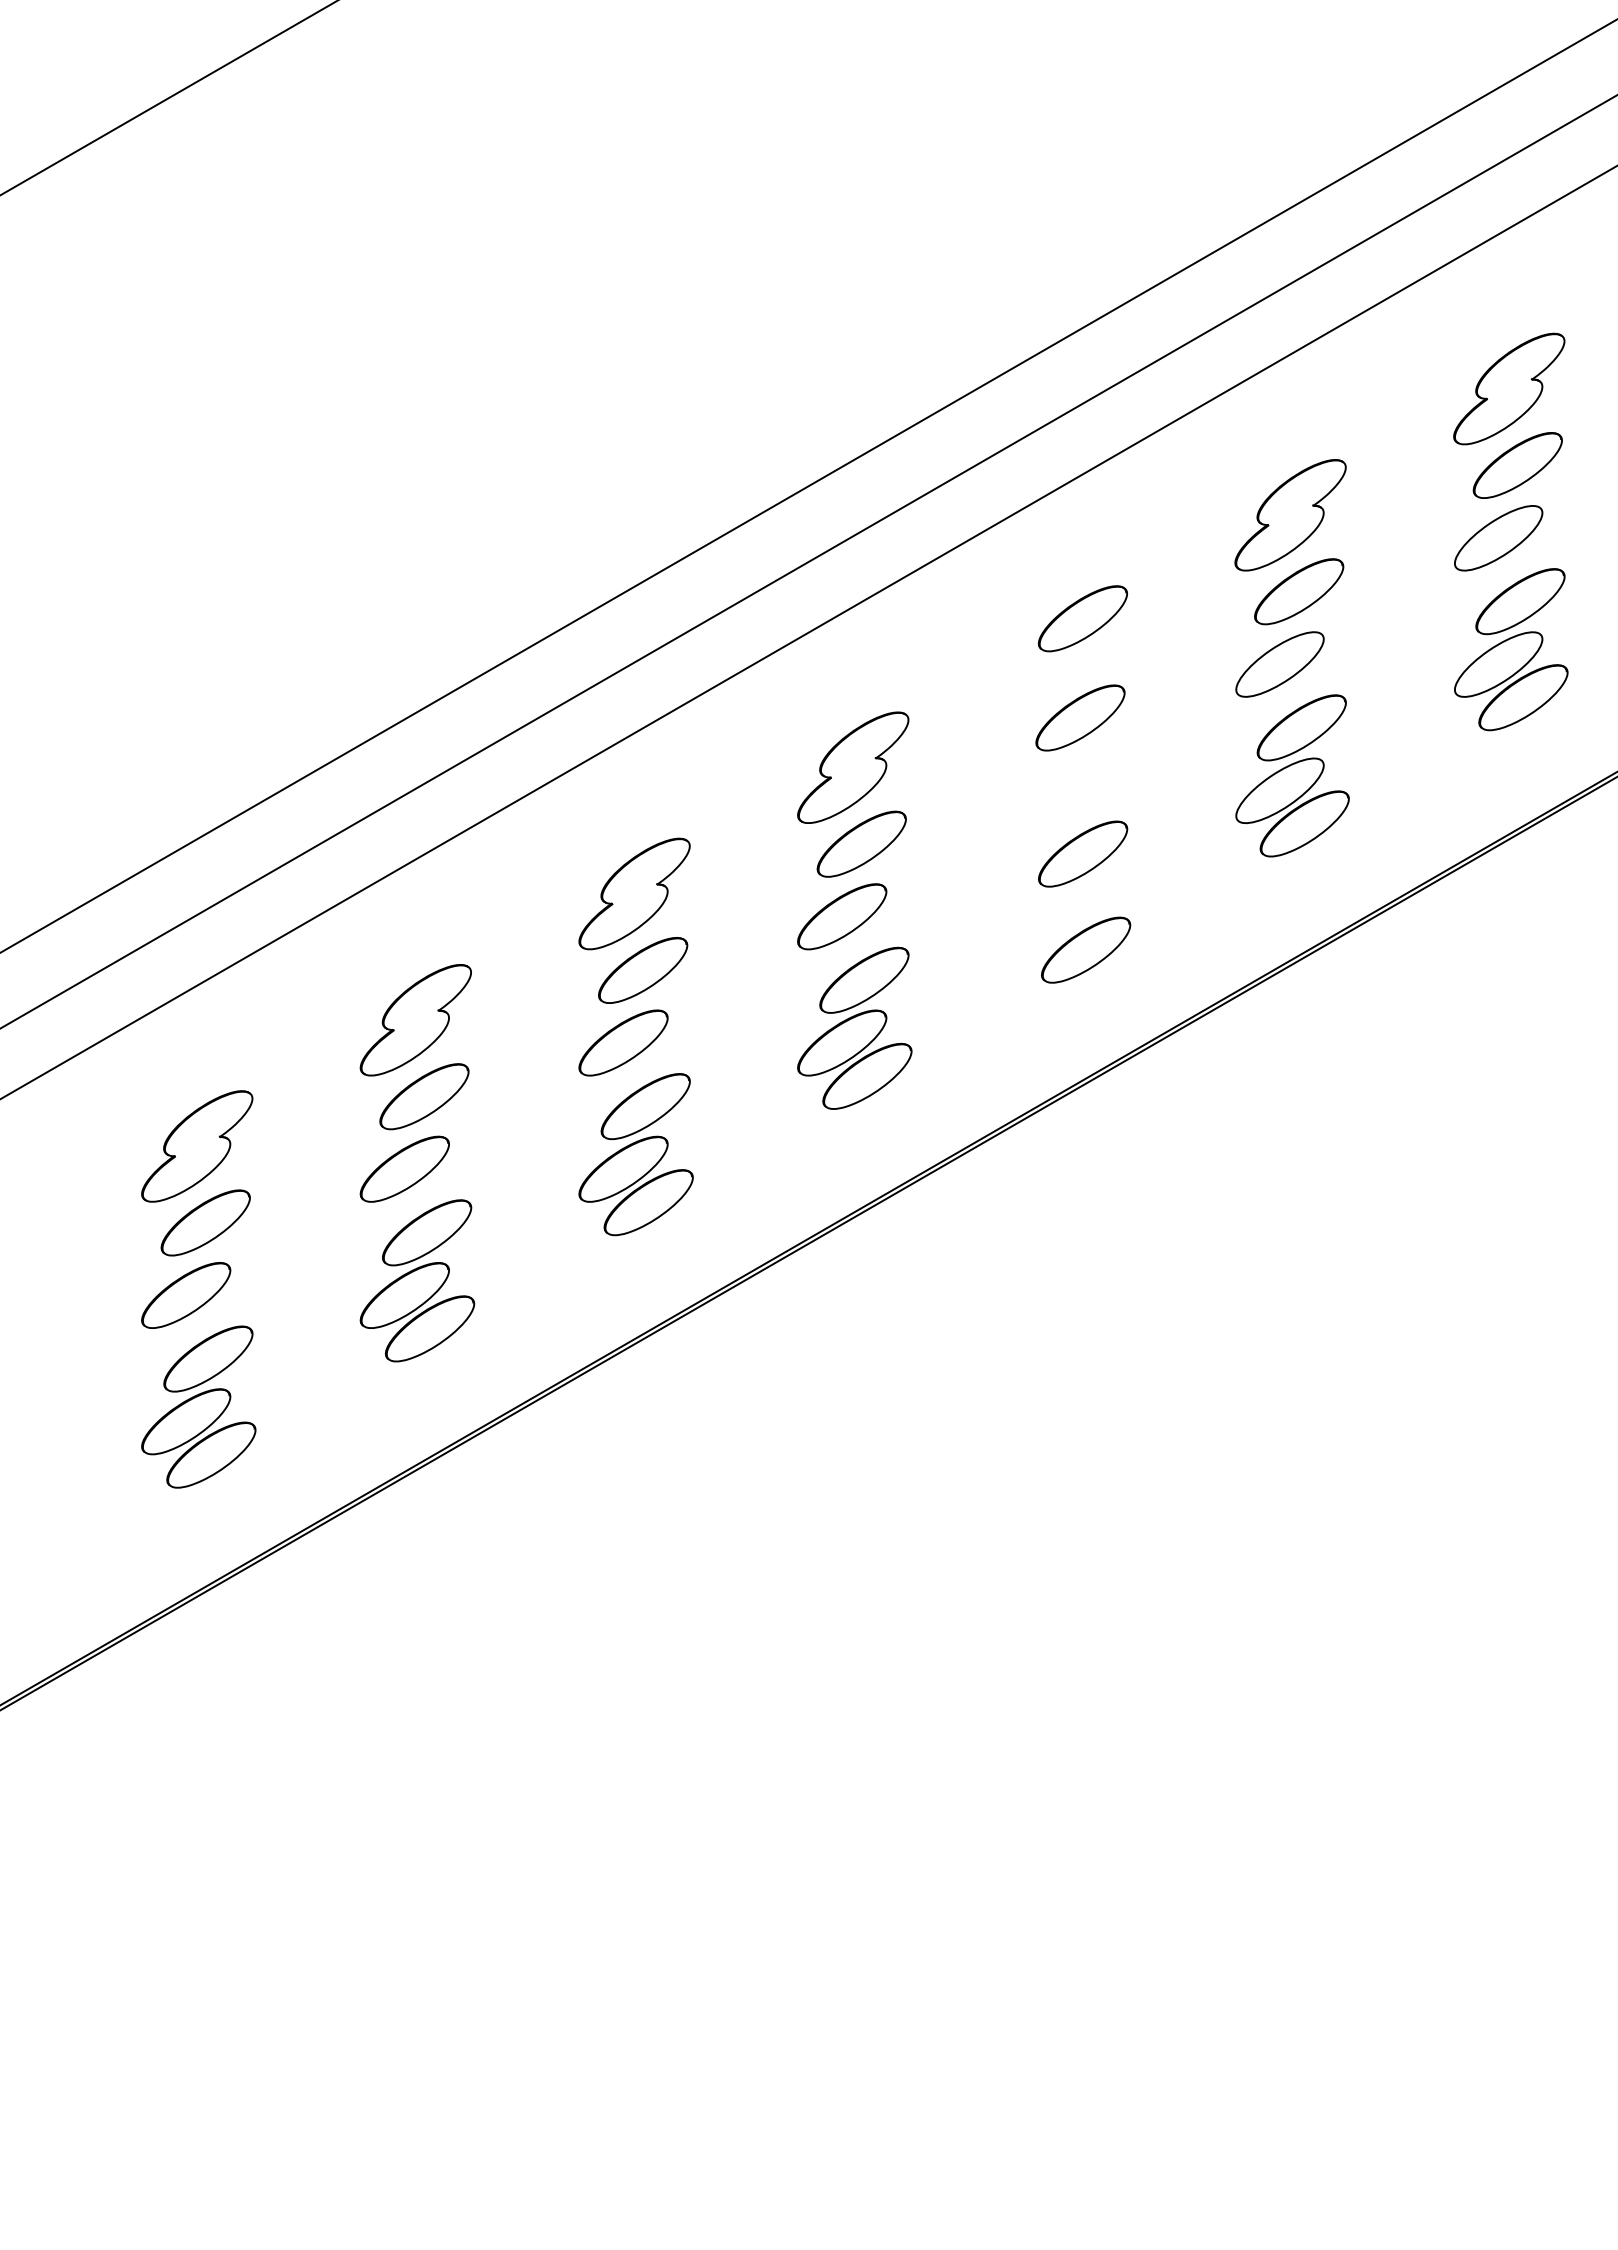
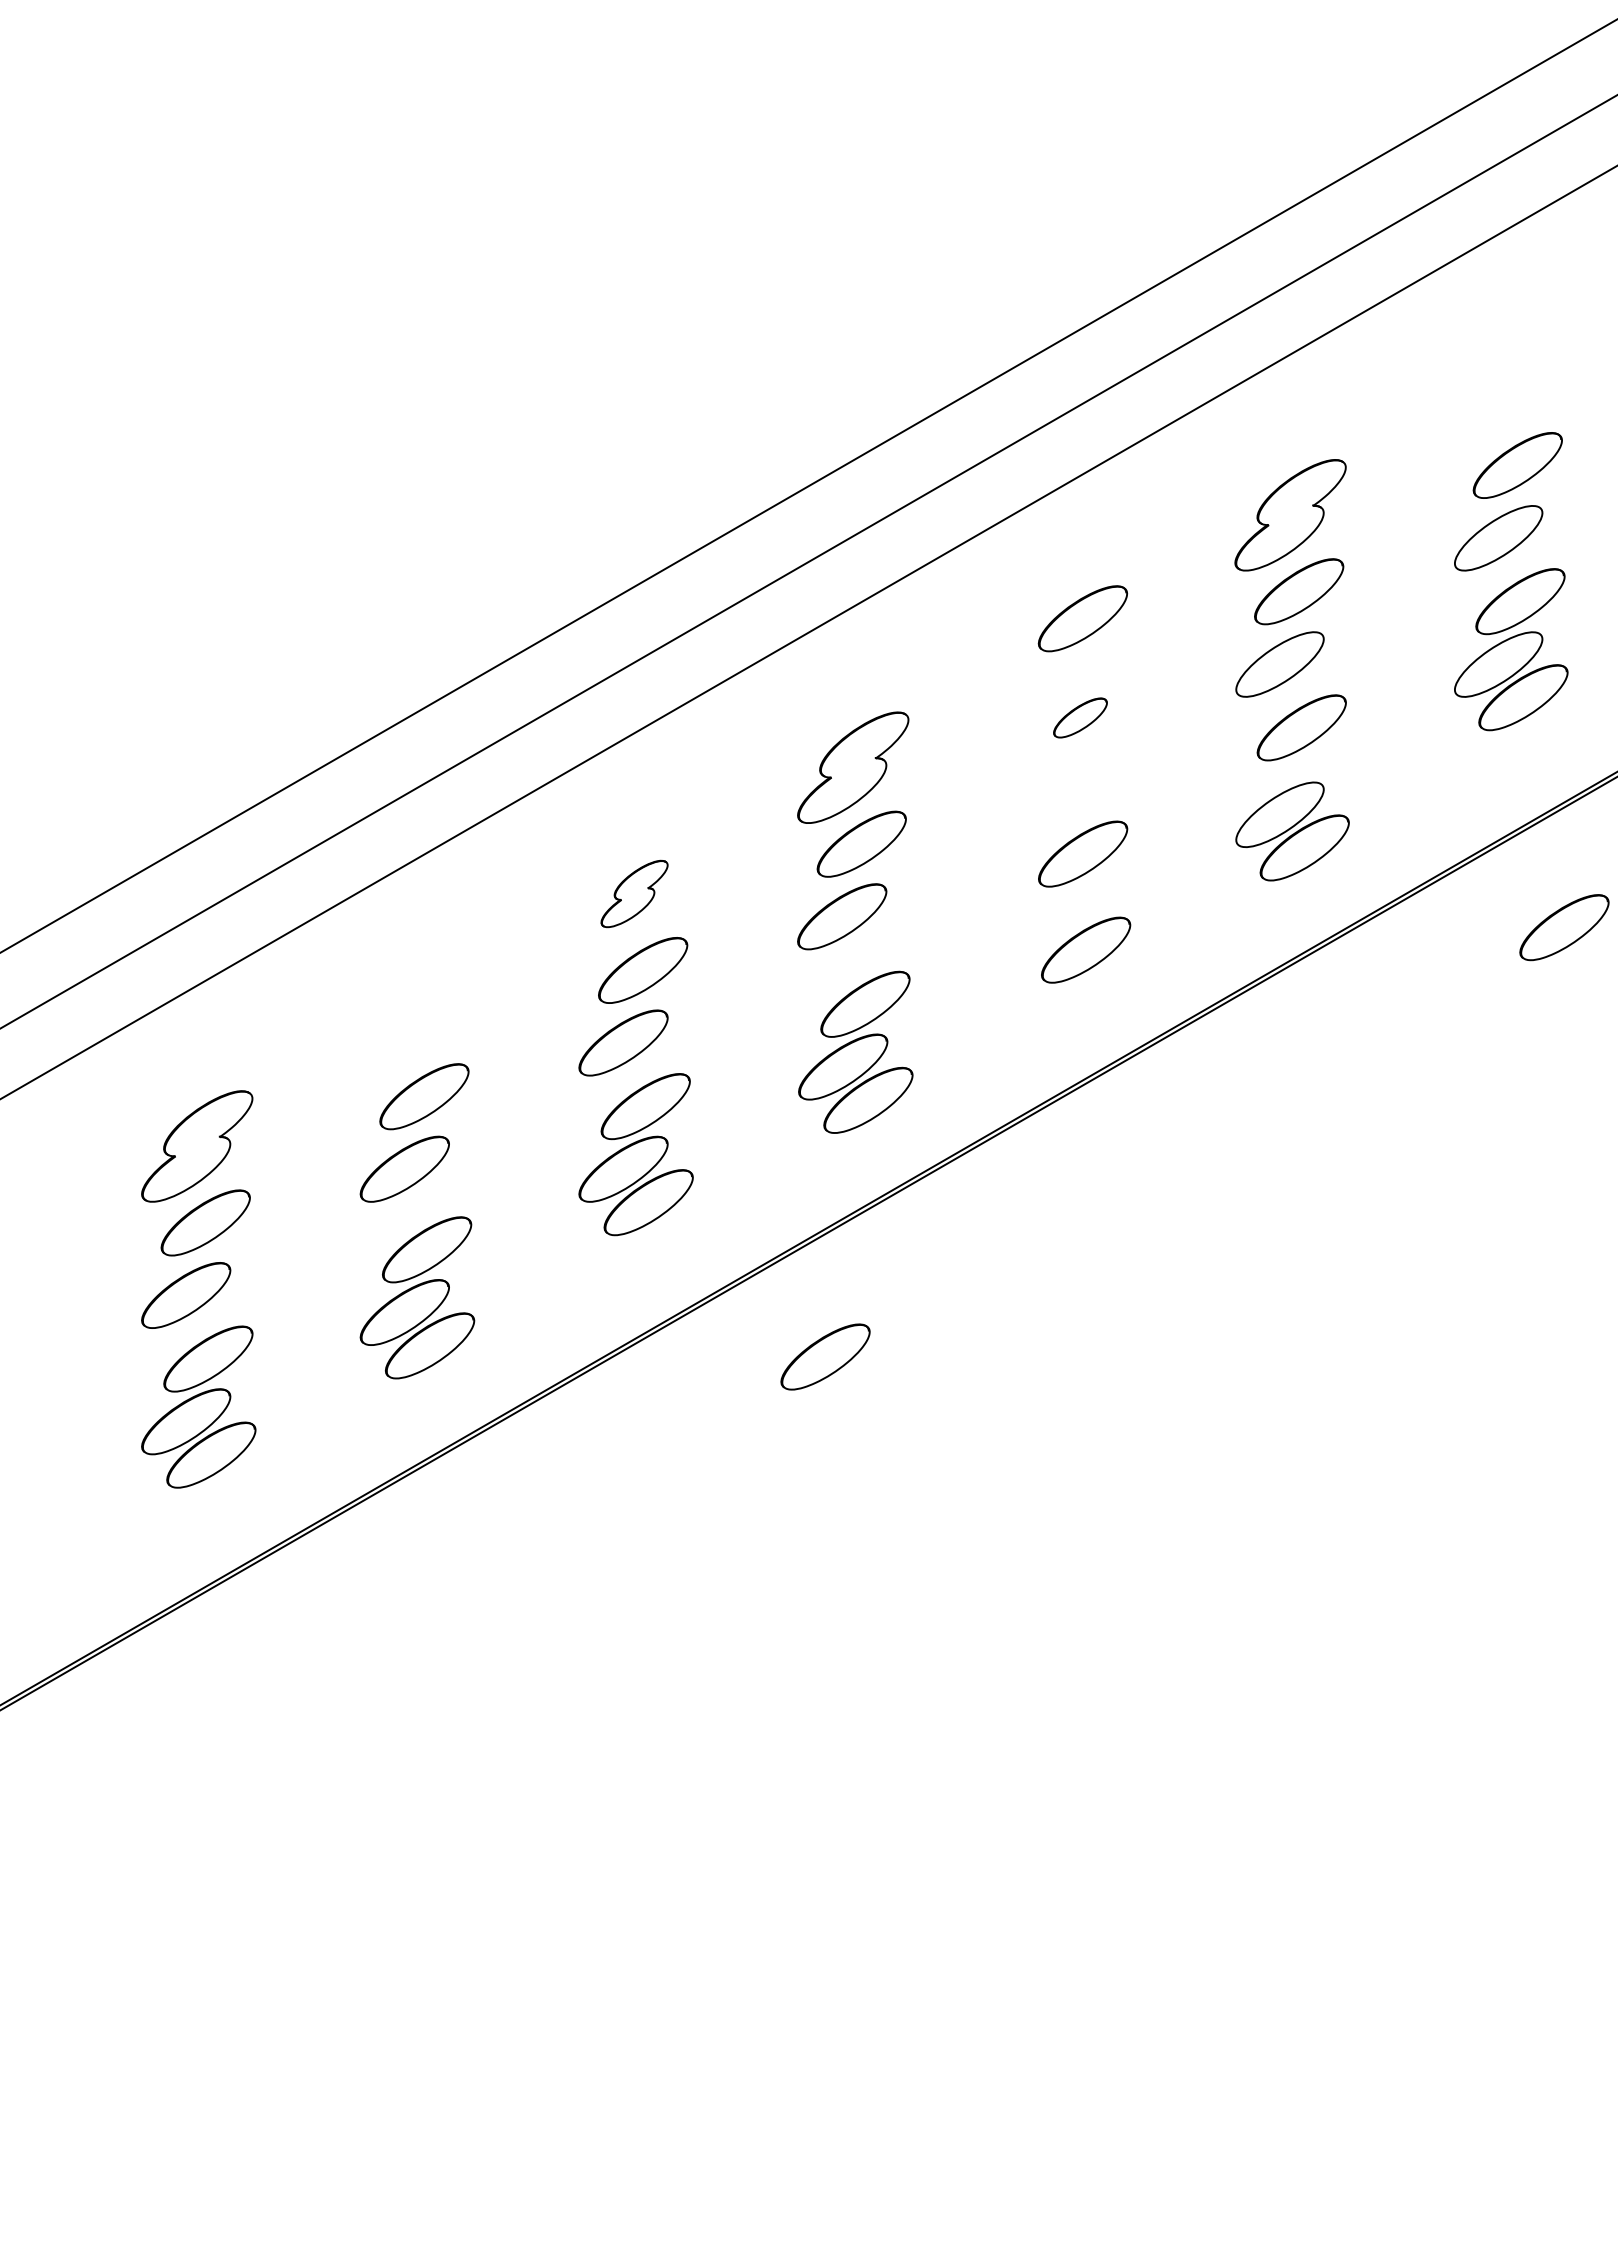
line at (168, 98): present -> none
part at (1509, 388): present -> none
part at (1080, 717) size: 91x68 px -> 55x42 px
part at (1292, 807) position: (1292, 807) -> (1292, 831)
part at (634, 893) size: 113x114 px -> 69x70 px
part at (1564, 927): none -> present
part at (415, 1020): present -> none
part at (854, 1027) position: (854, 1027) -> (855, 1051)
part at (417, 1280) position: (417, 1280) -> (417, 1297)
part at (825, 1356): none -> present
